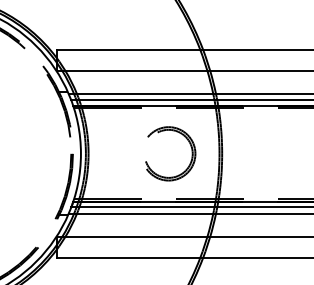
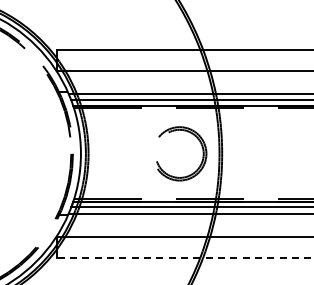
part at (191, 153) position: (191, 153) -> (202, 153)
line at (185, 258): solid -> dashed
